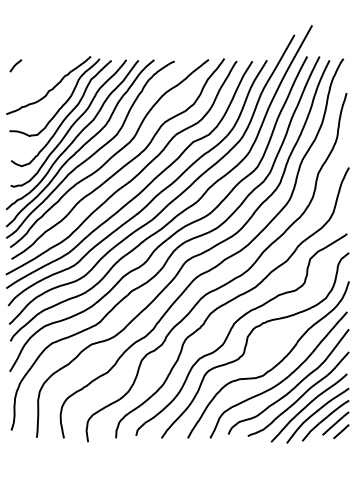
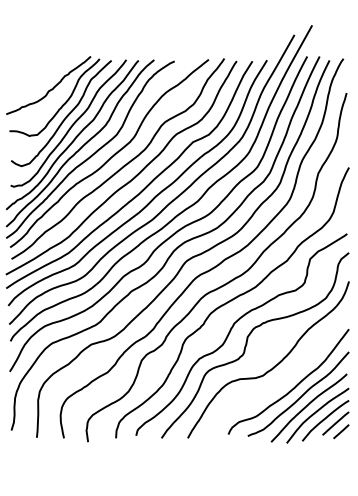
line at (15, 65): present -> none
curve at (281, 380): present -> none
